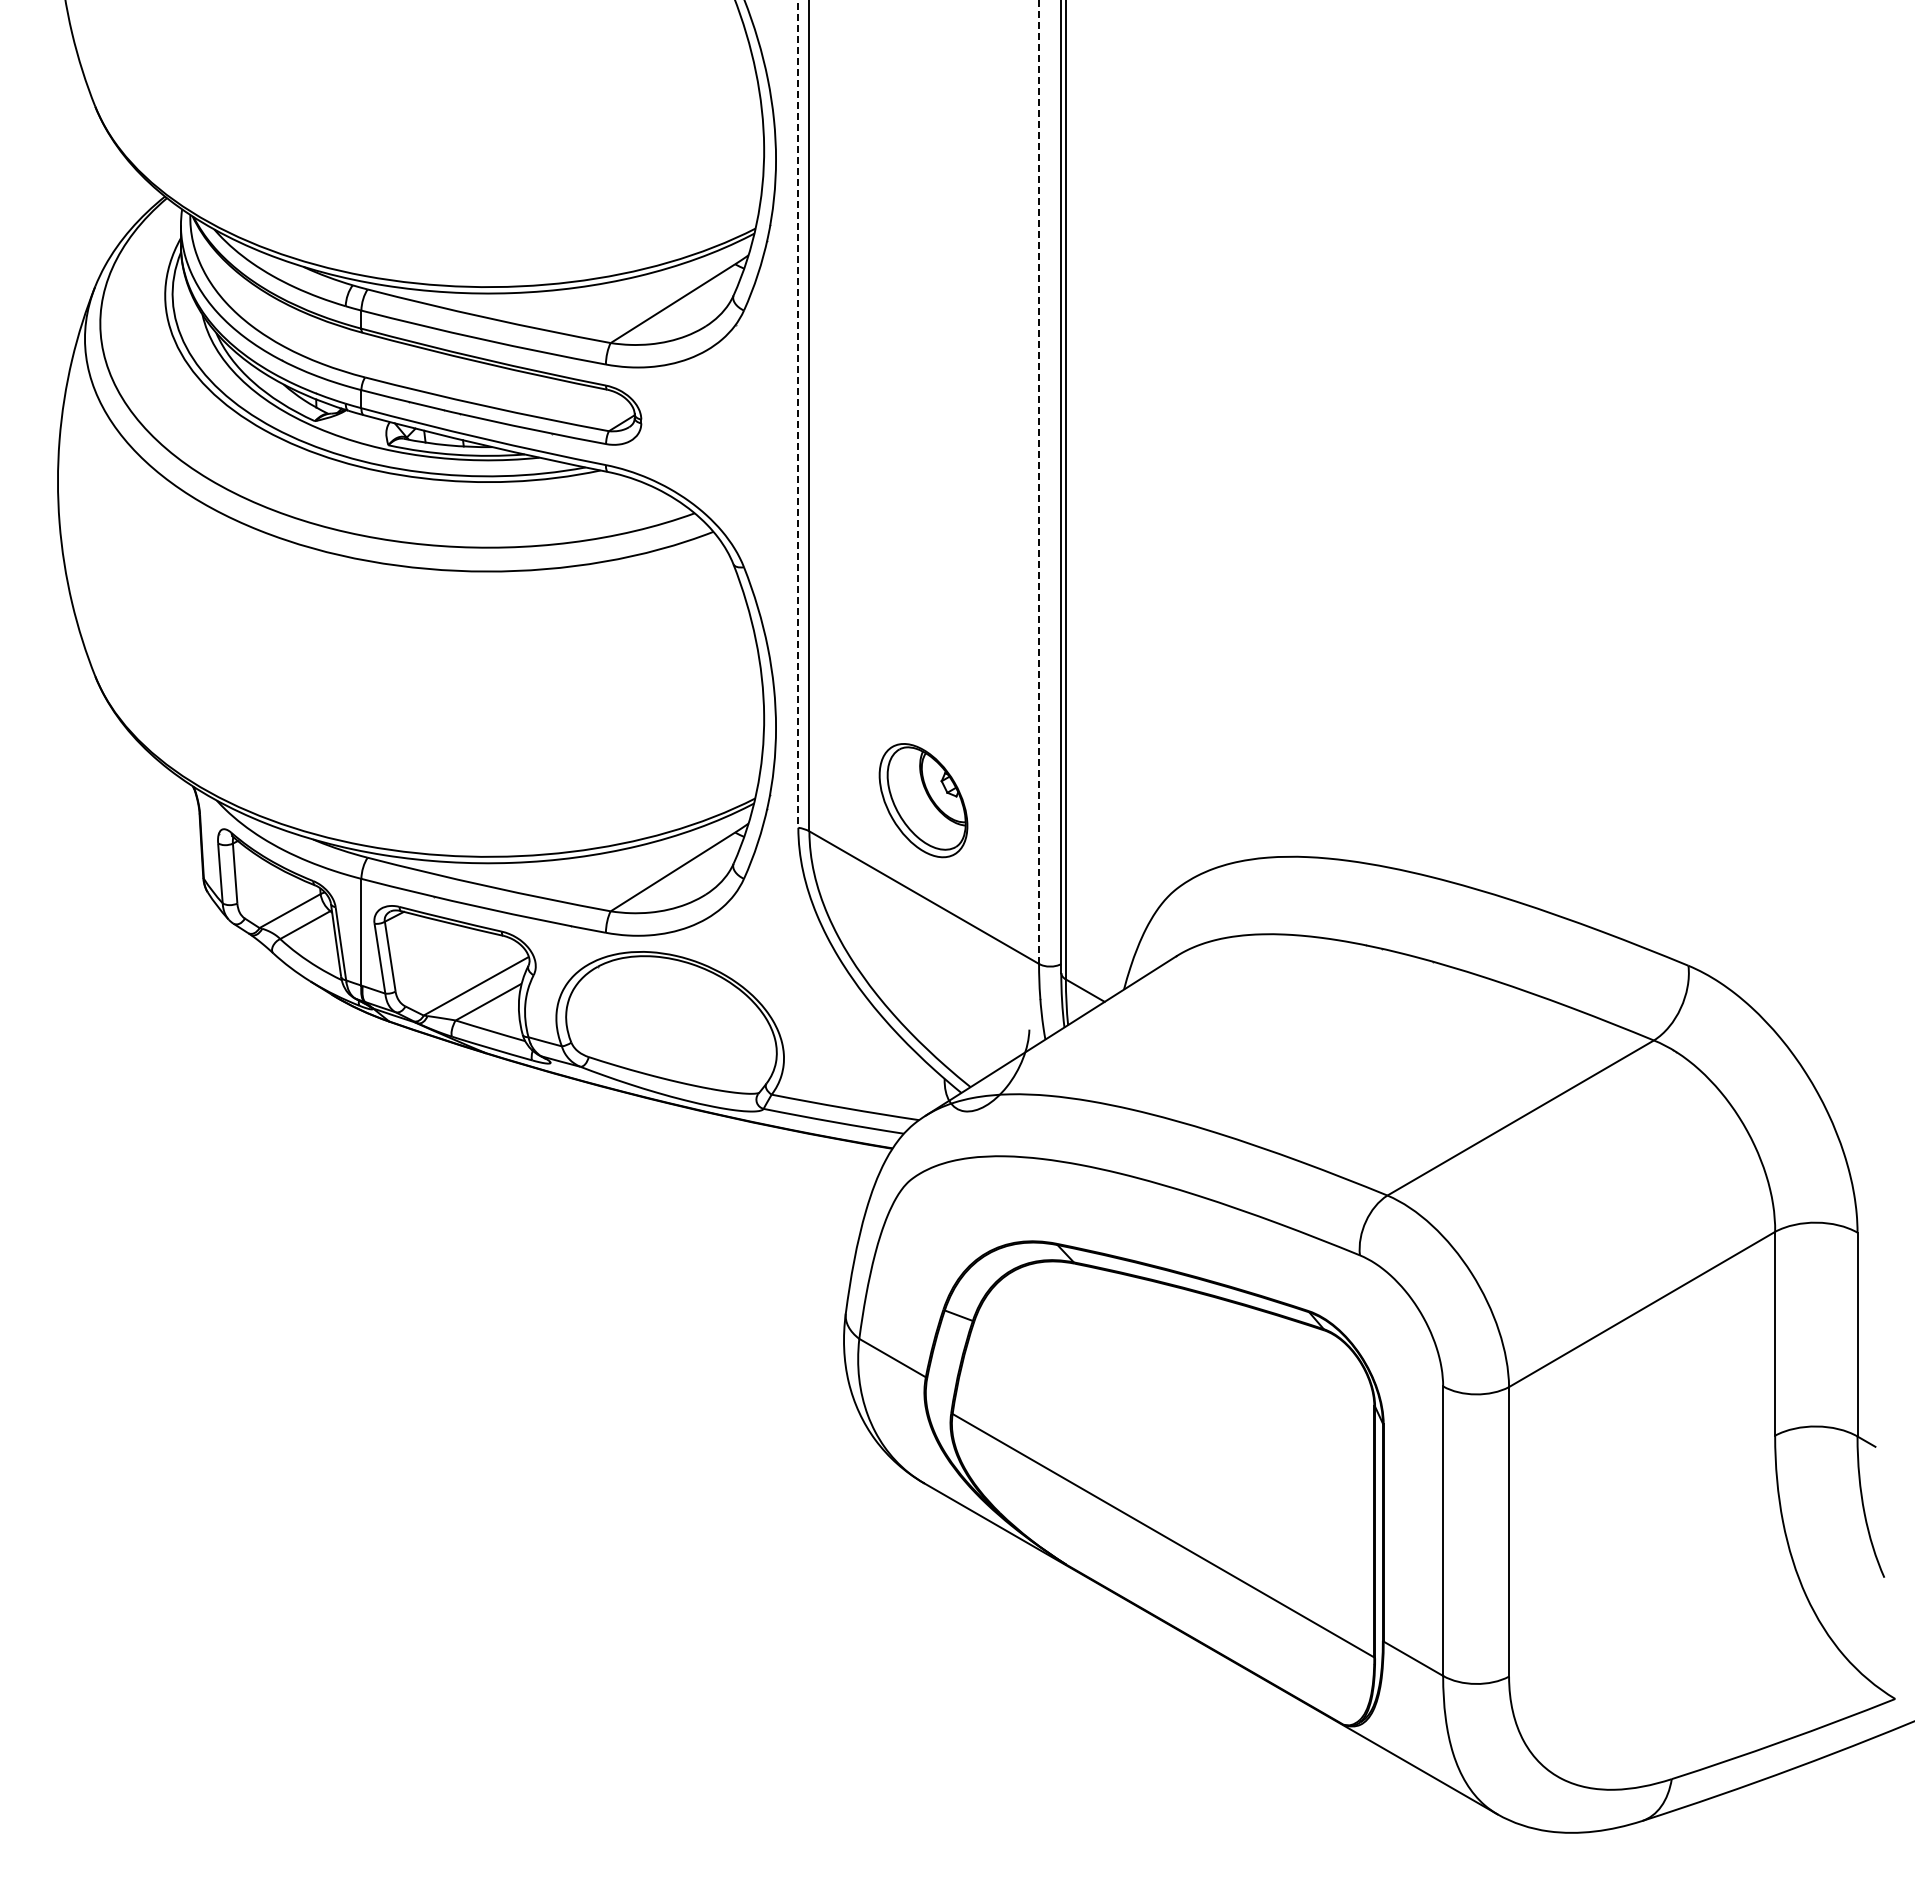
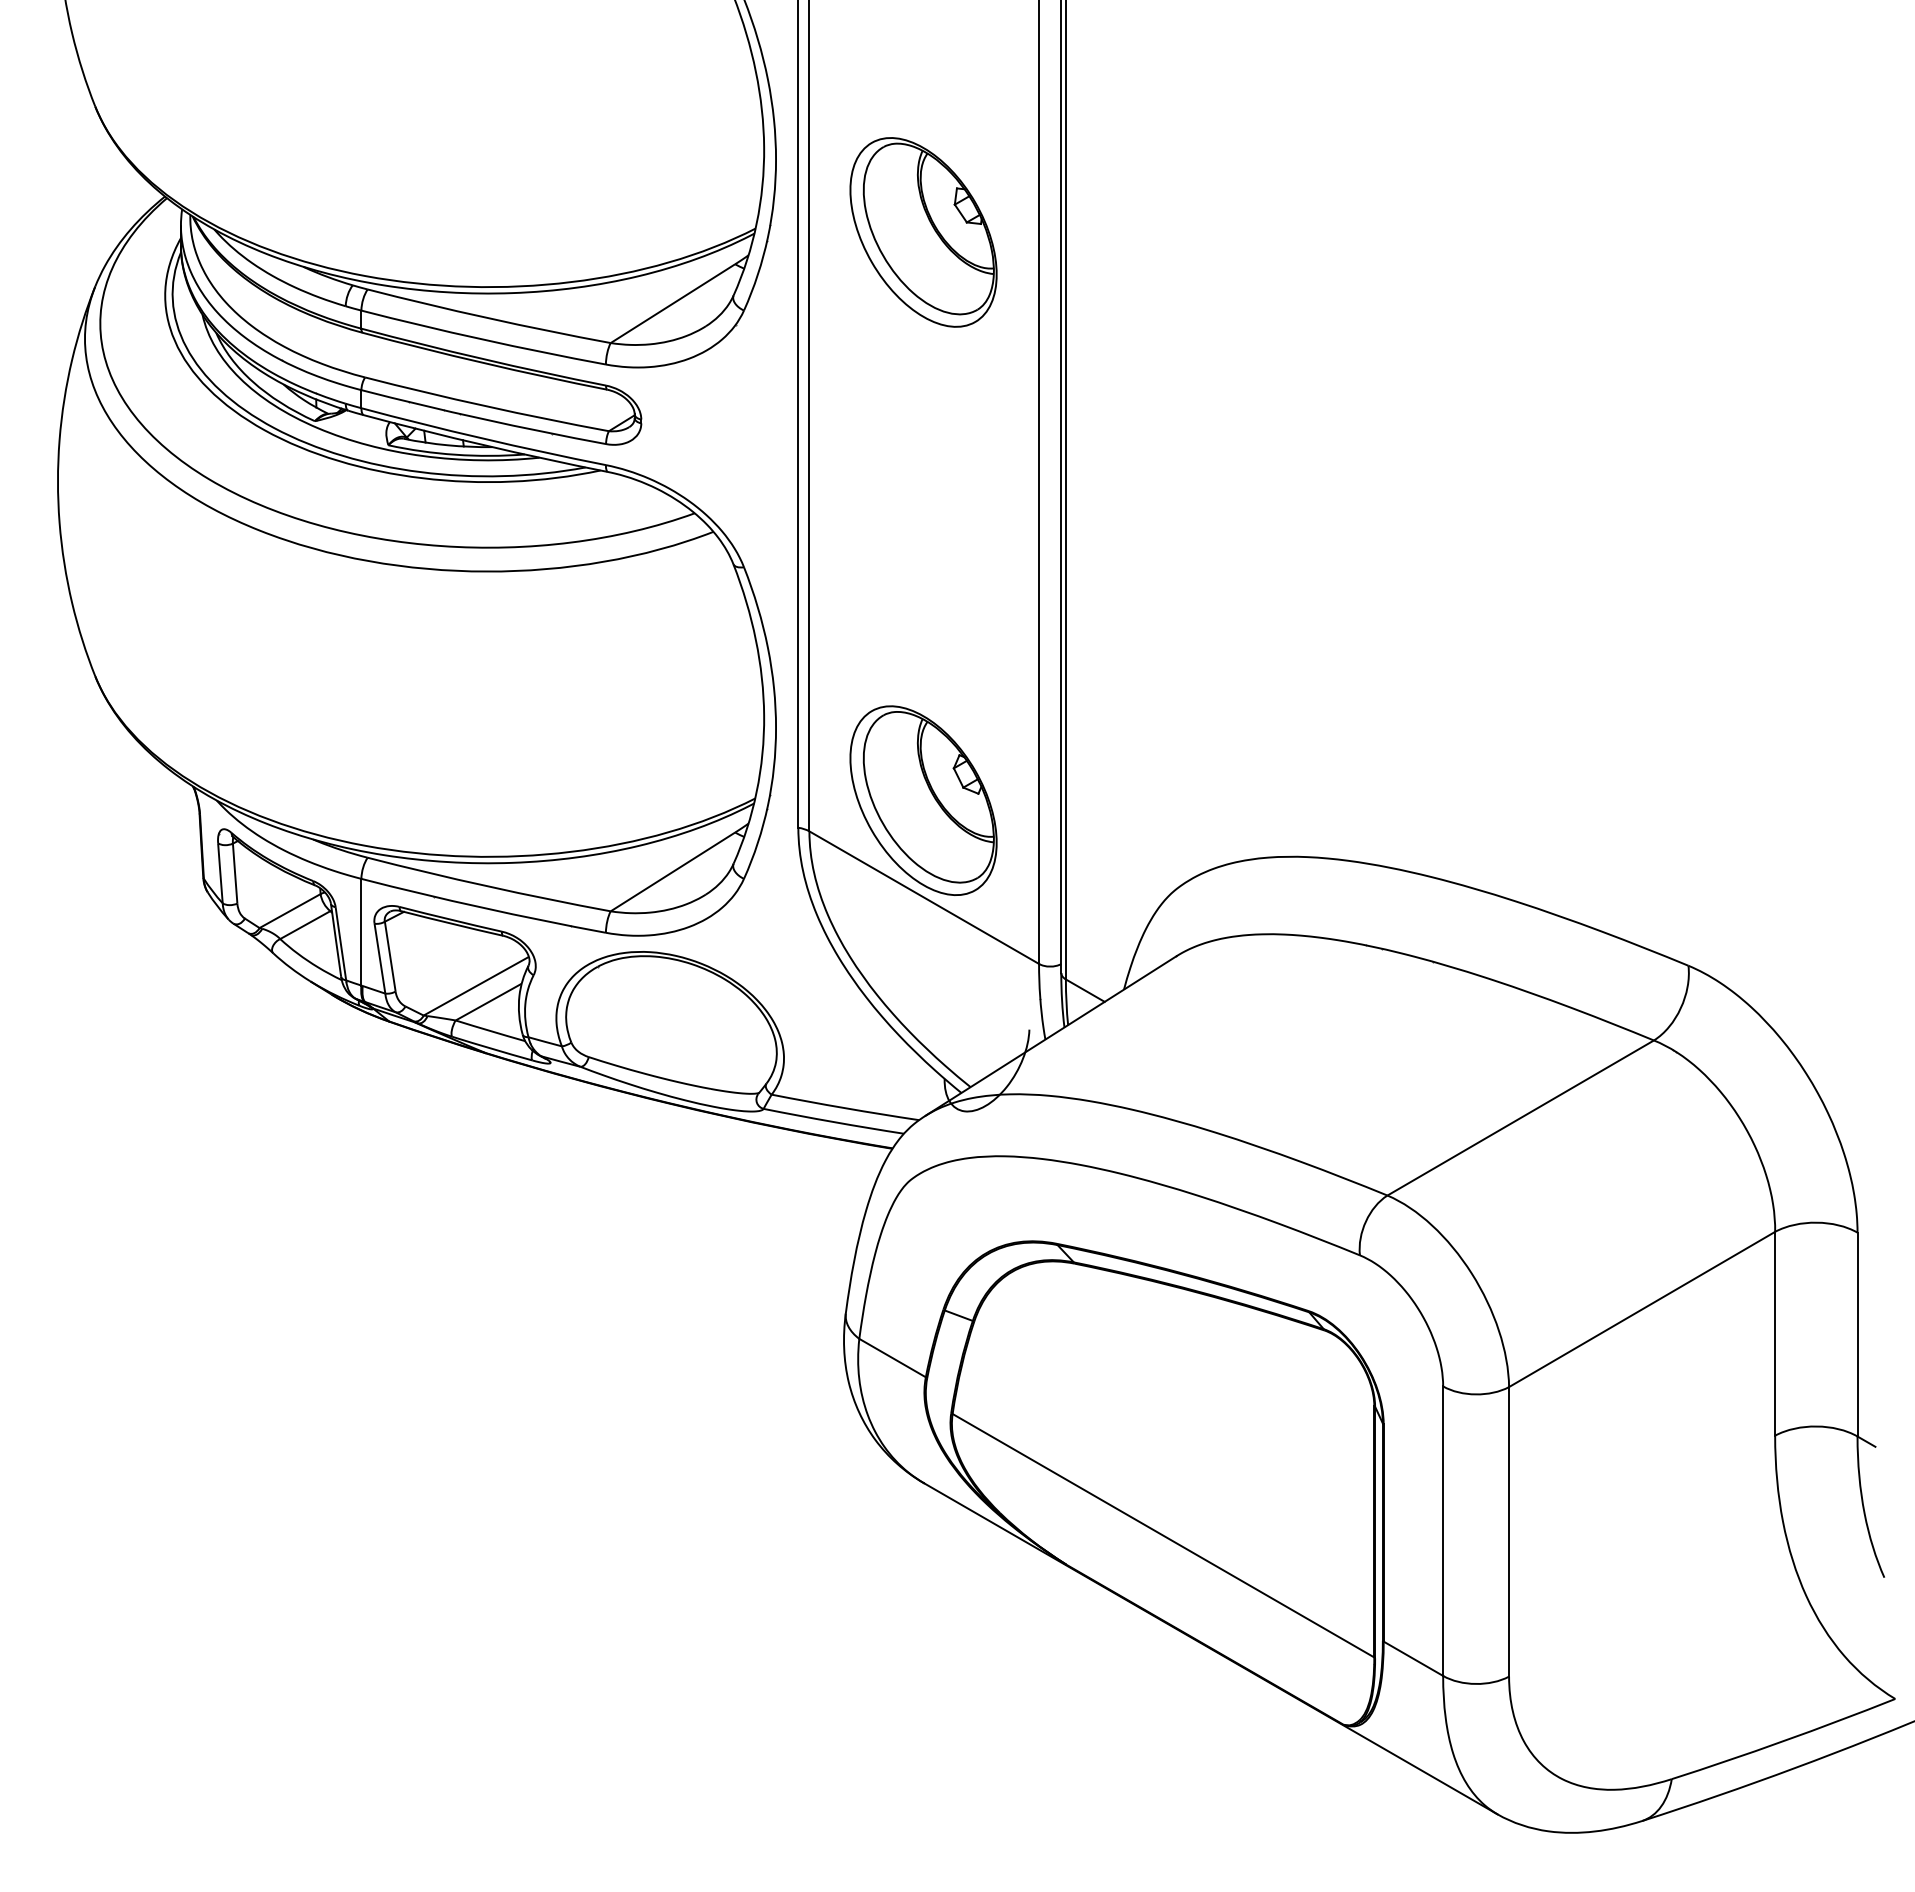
part at (923, 232): none -> present
line at (798, 413): dashed -> solid
line at (1039, 482): dashed -> solid
part at (923, 800) size: 91x116 px -> 149x191 px
